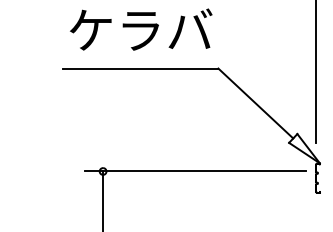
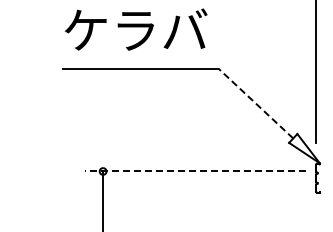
text at (141, 29) position: (141, 29) -> (136, 29)
line at (255, 103): solid -> dashed
line at (195, 171): solid -> dashed
